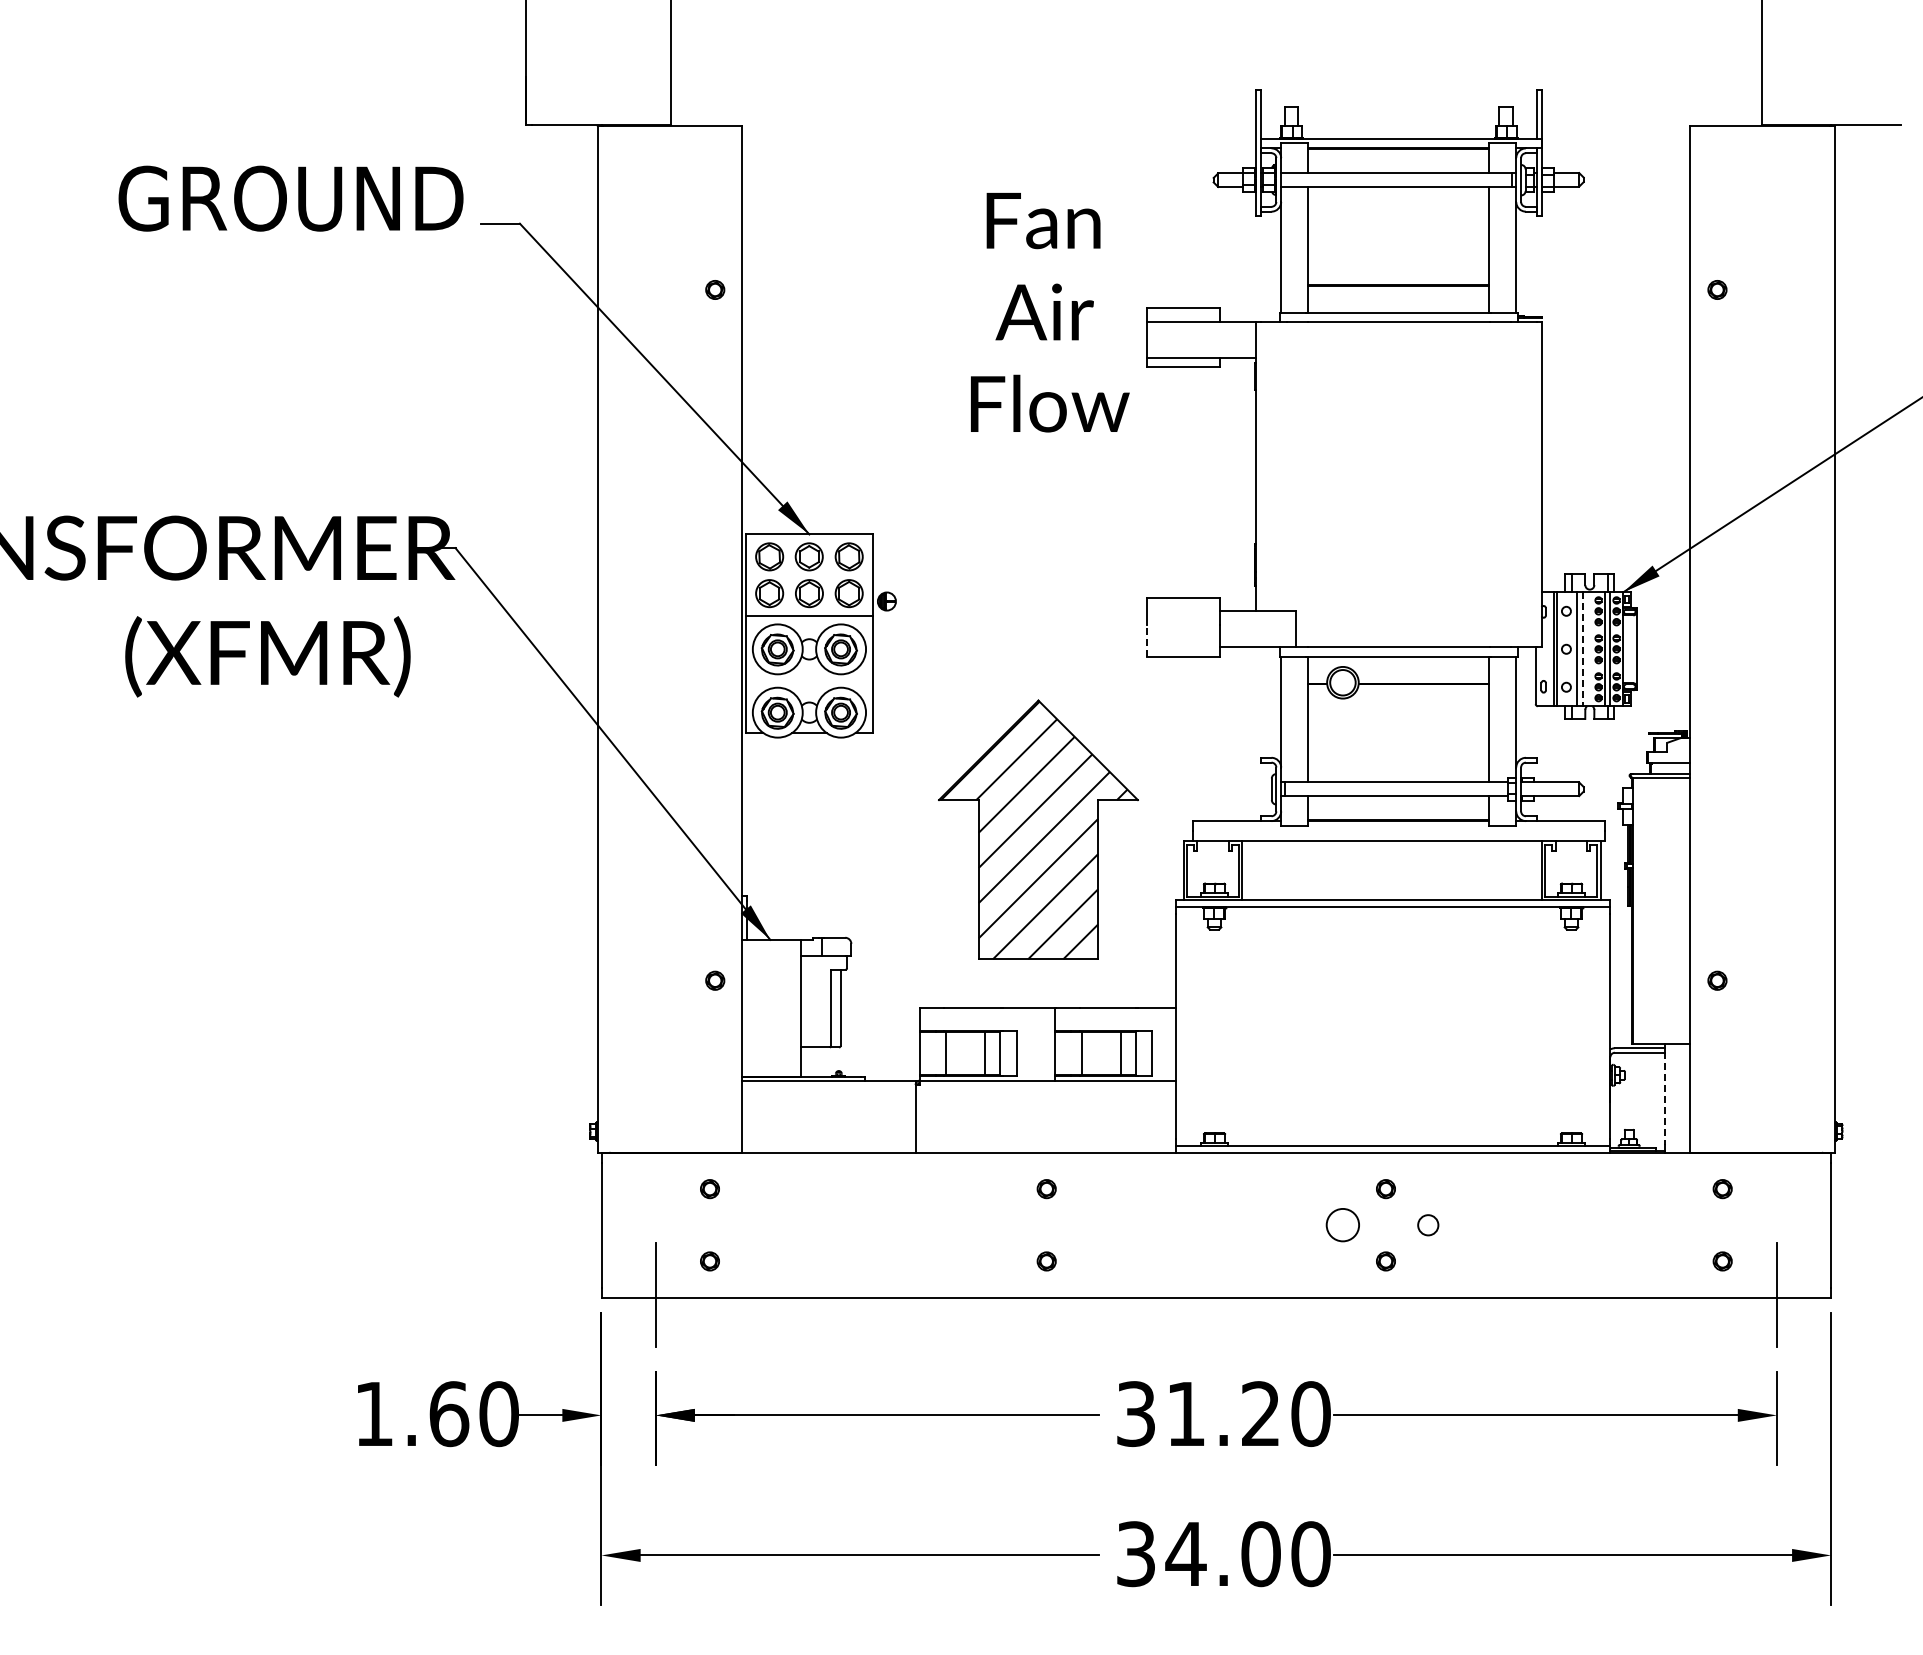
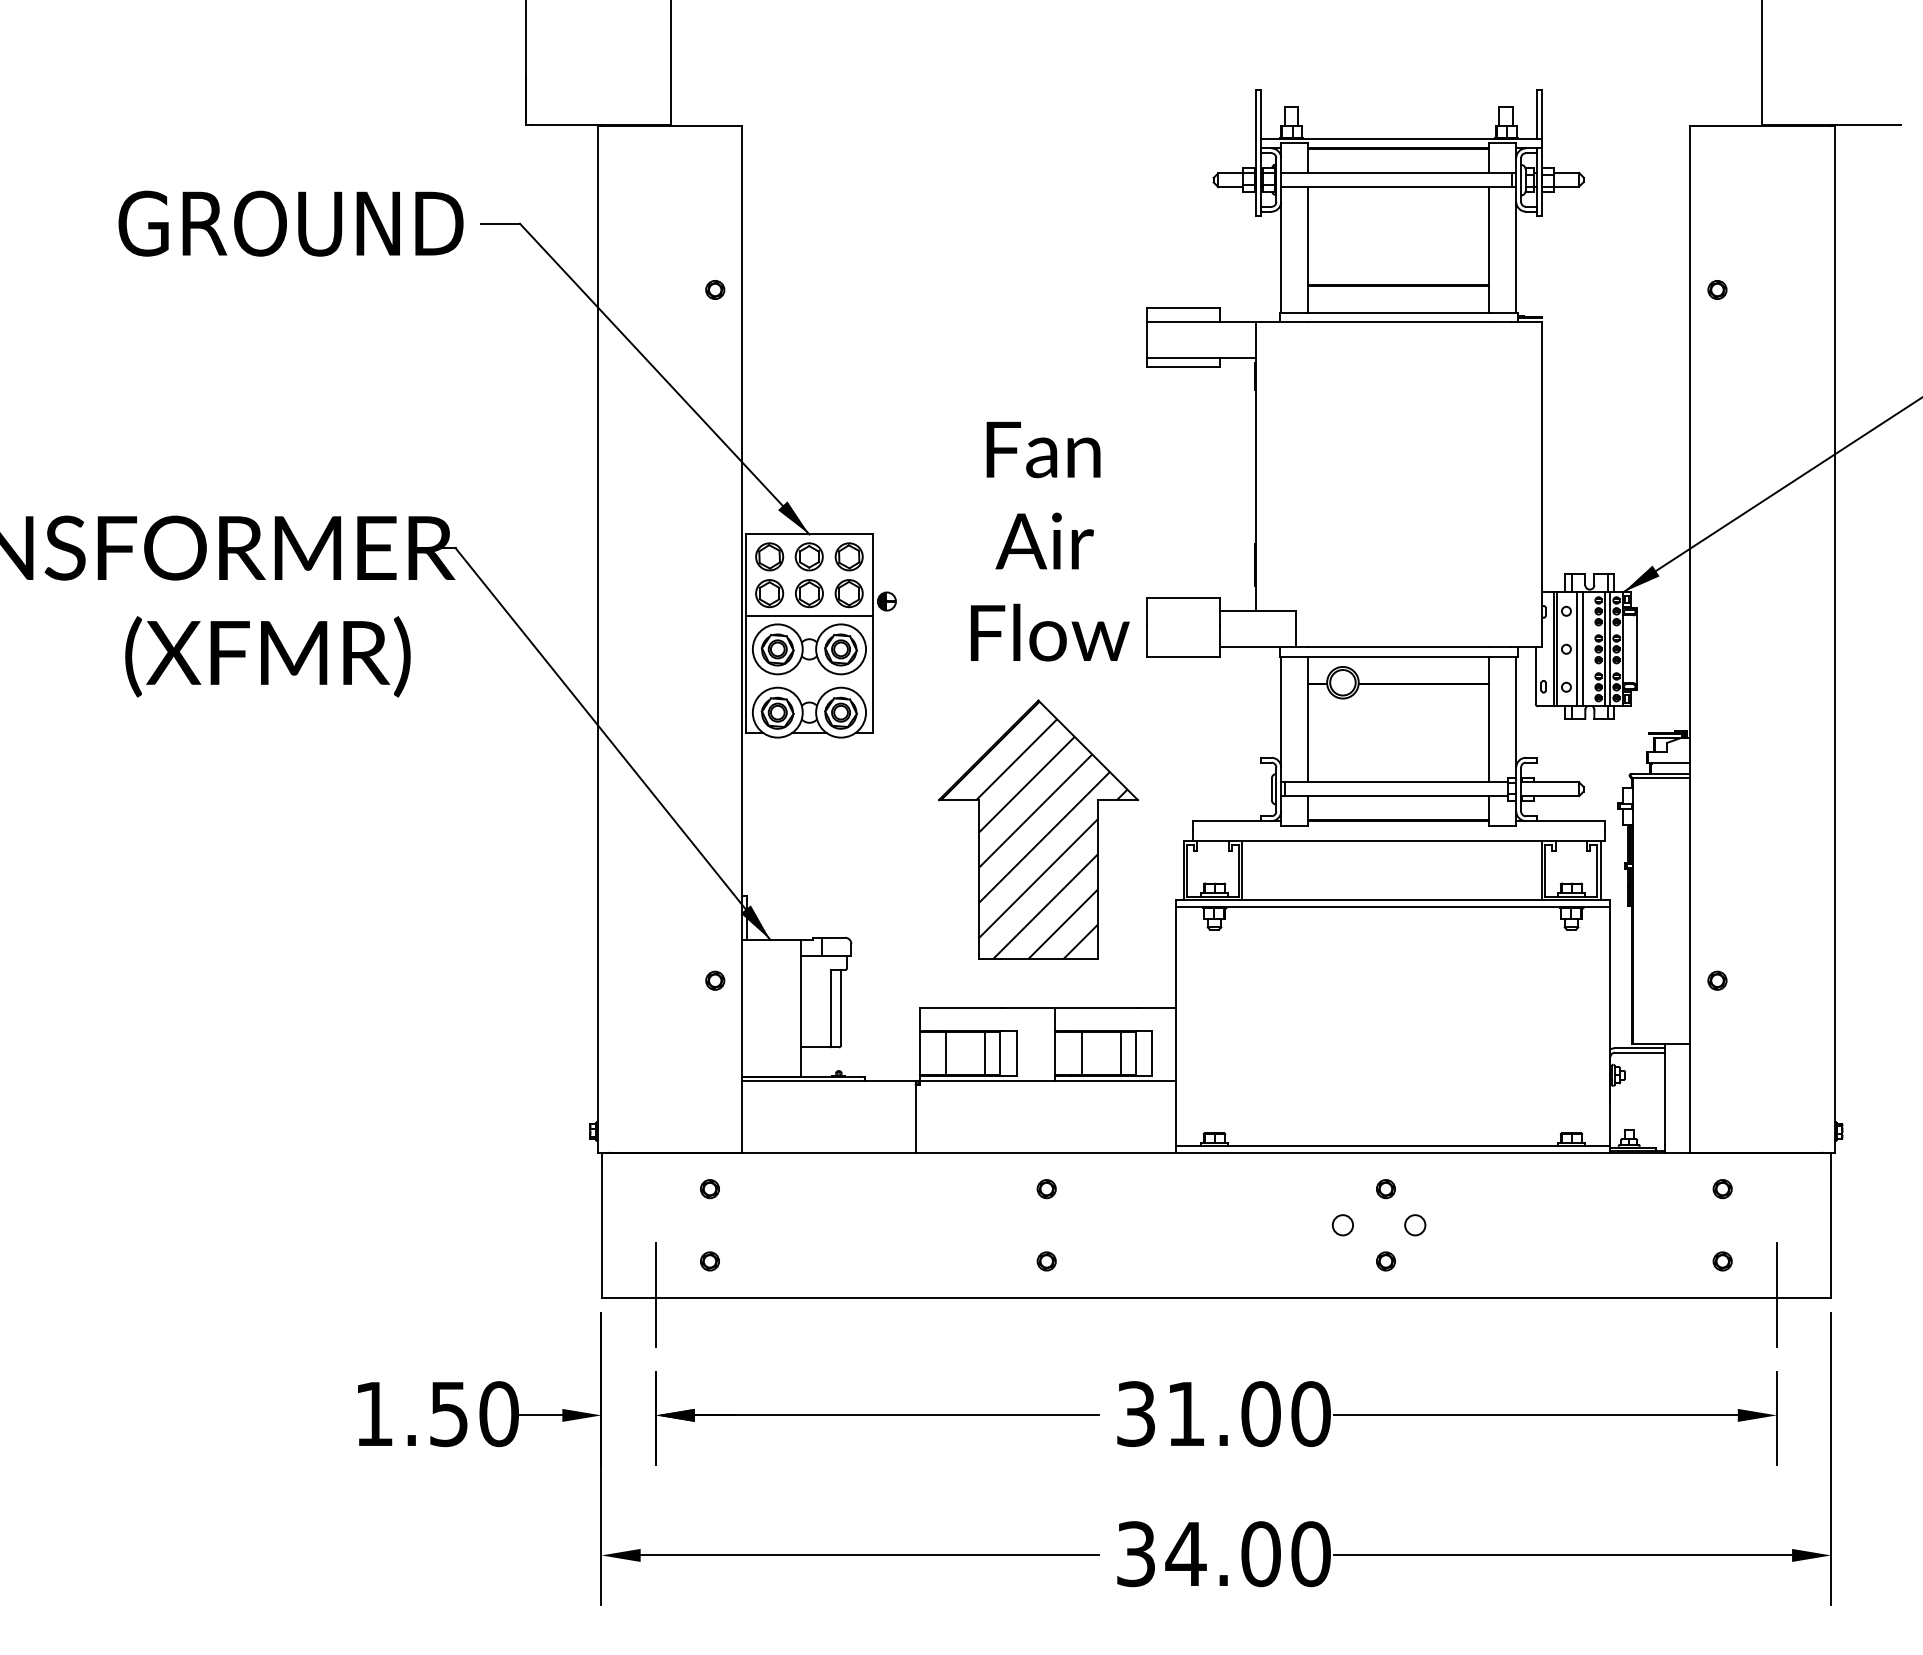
text at (290, 198) position: (290, 198) -> (290, 223)
text at (1050, 312) position: (1050, 312) -> (1050, 541)
line at (1147, 640): dashed -> solid
line at (1582, 649): dashed -> solid
line at (1665, 1098): dashed -> solid
circle at (1342, 1225) size: 35x35 px -> 22x23 px
circle at (1428, 1225) position: (1428, 1225) -> (1415, 1225)
text at (449, 1414): 1.60 -> 1.50
text at (1260, 1414): 31.20 -> 31.00
